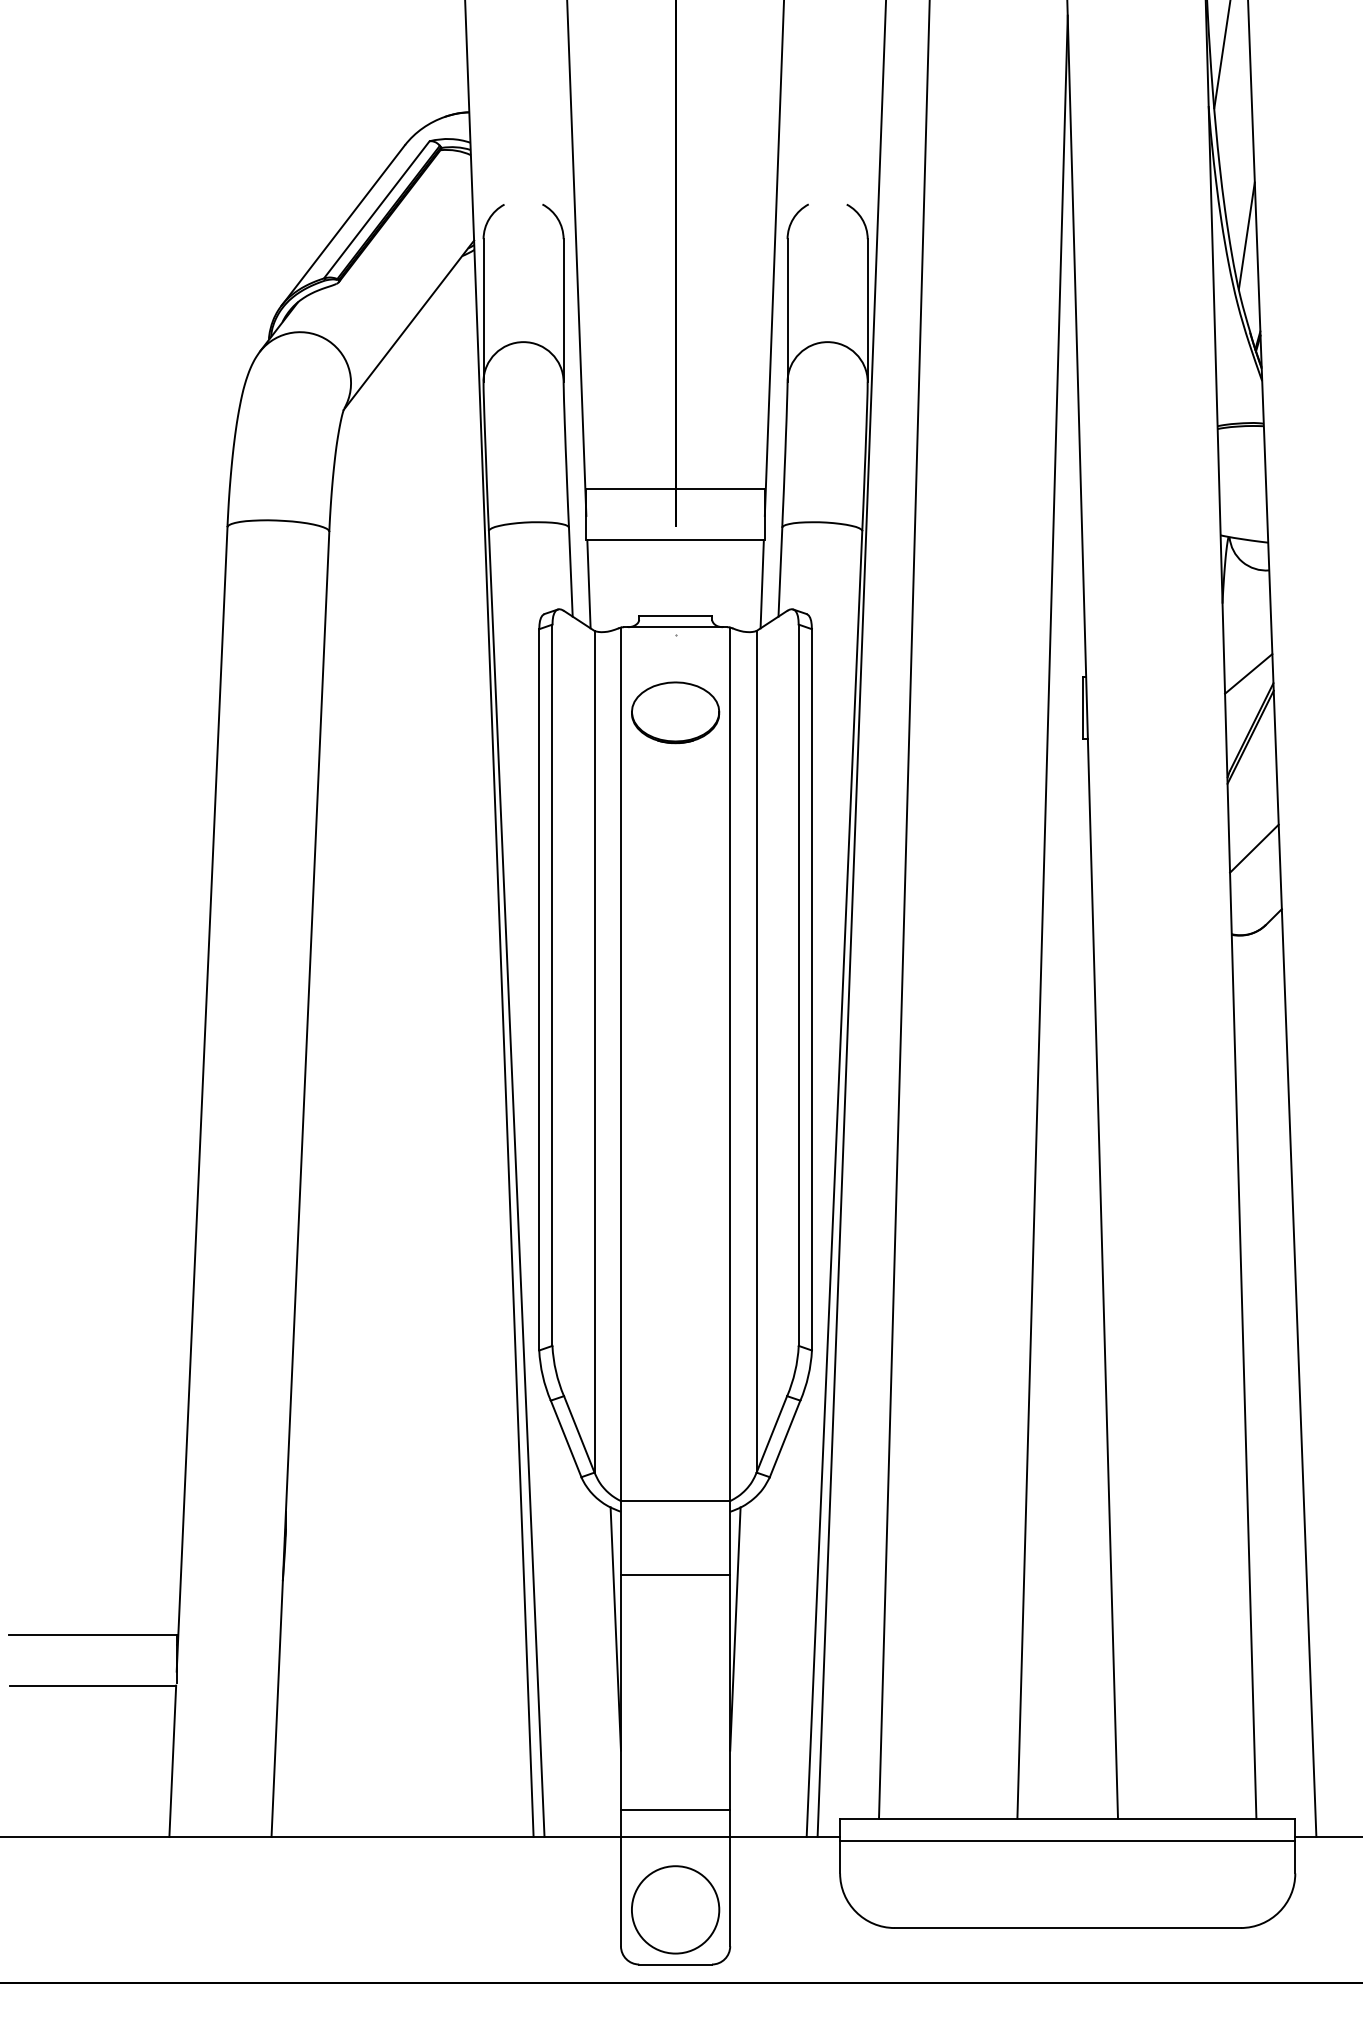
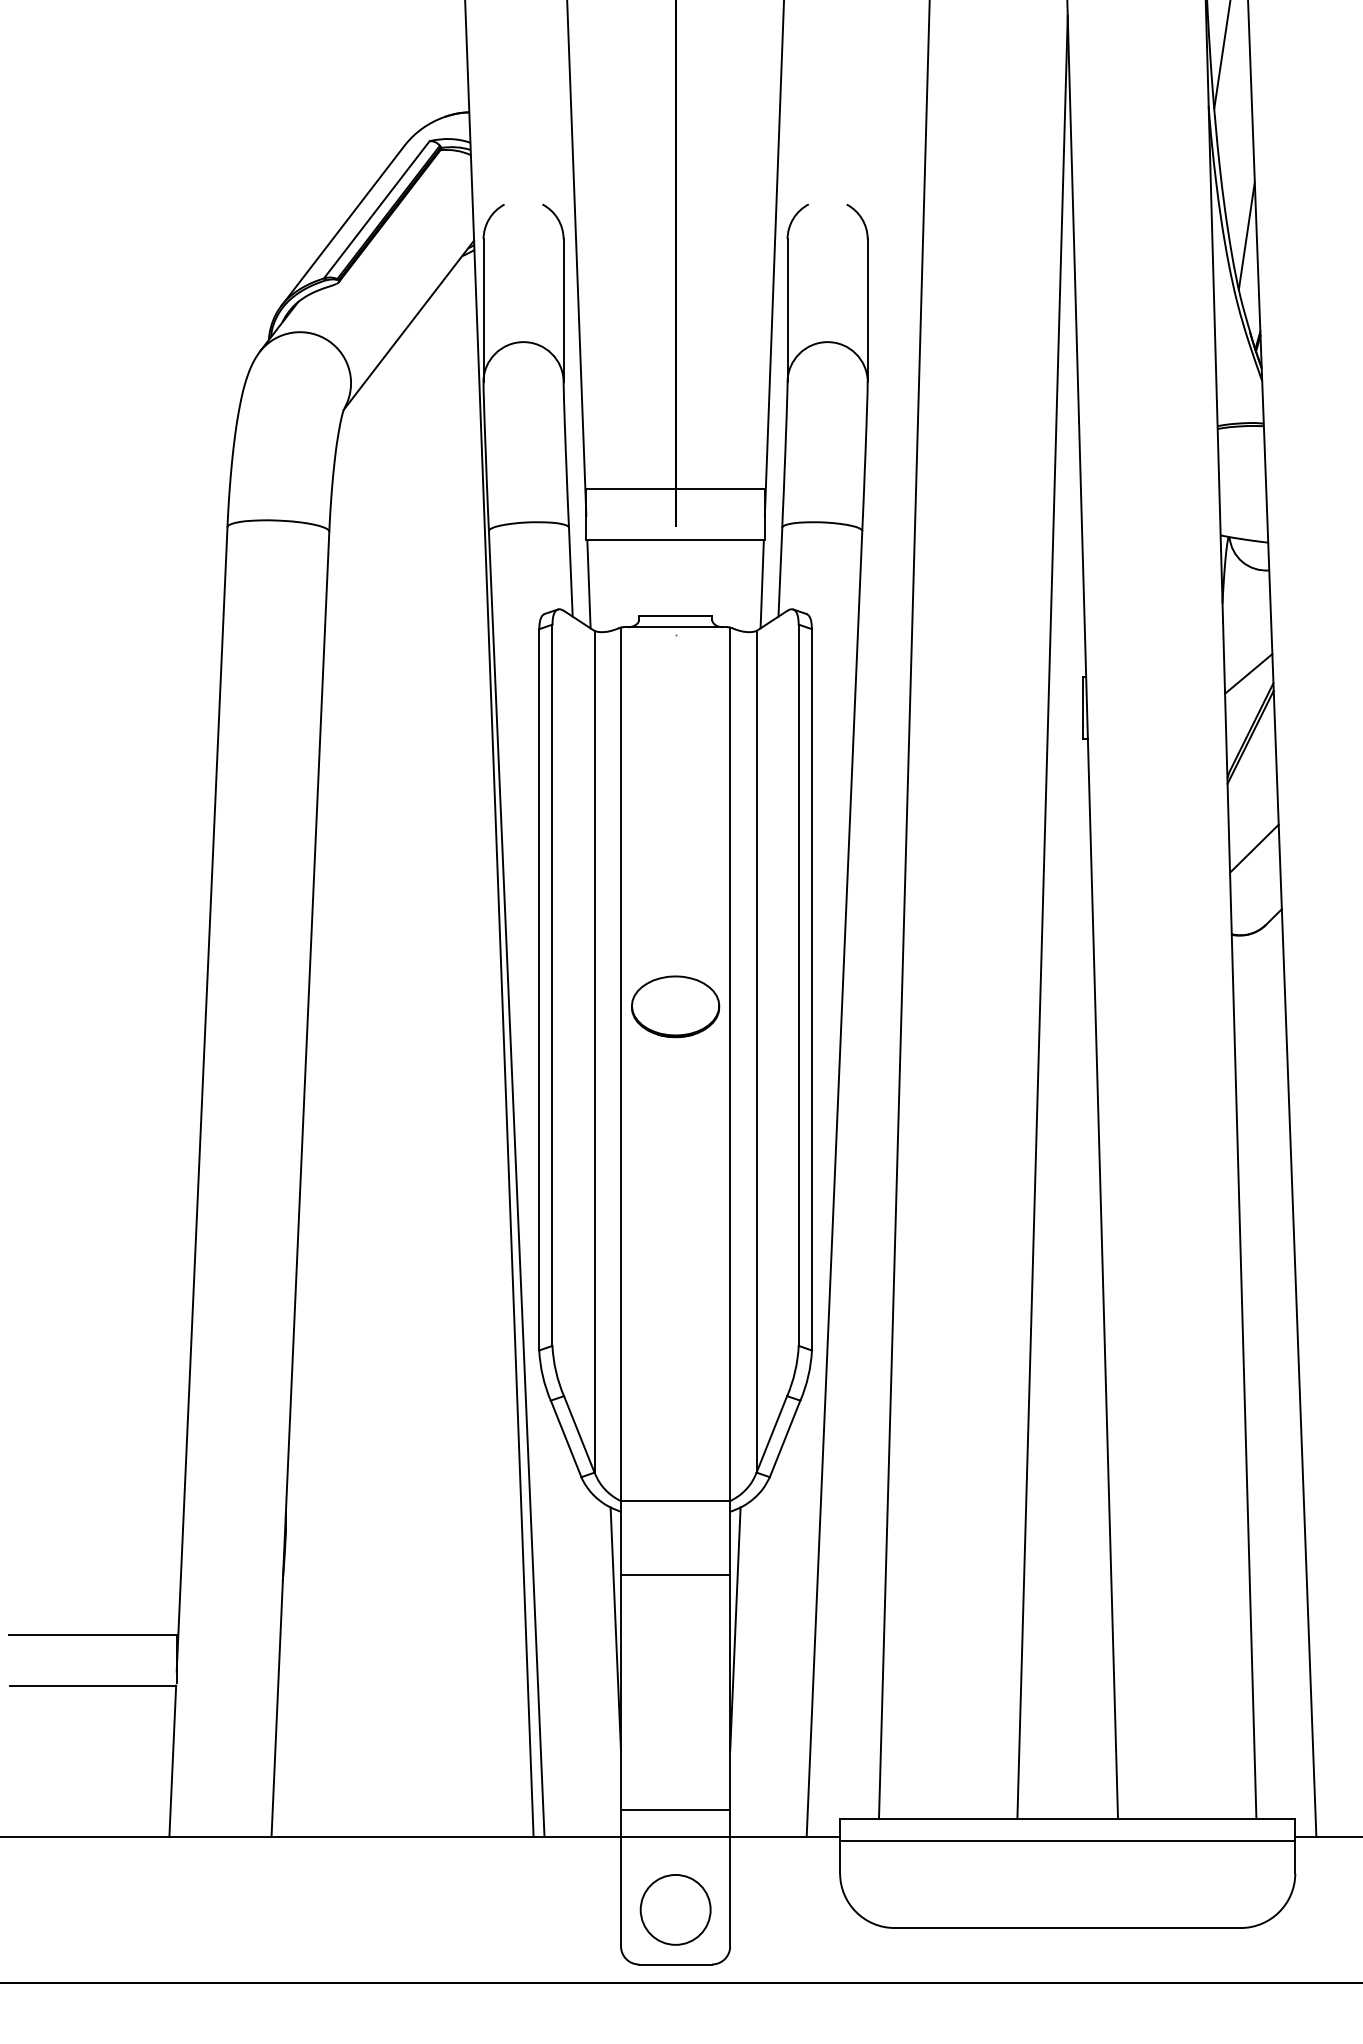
part at (675, 712) position: (675, 712) -> (675, 1006)
line at (851, 919): present -> none
circle at (675, 1909) size: 90x90 px -> 73x72 px
